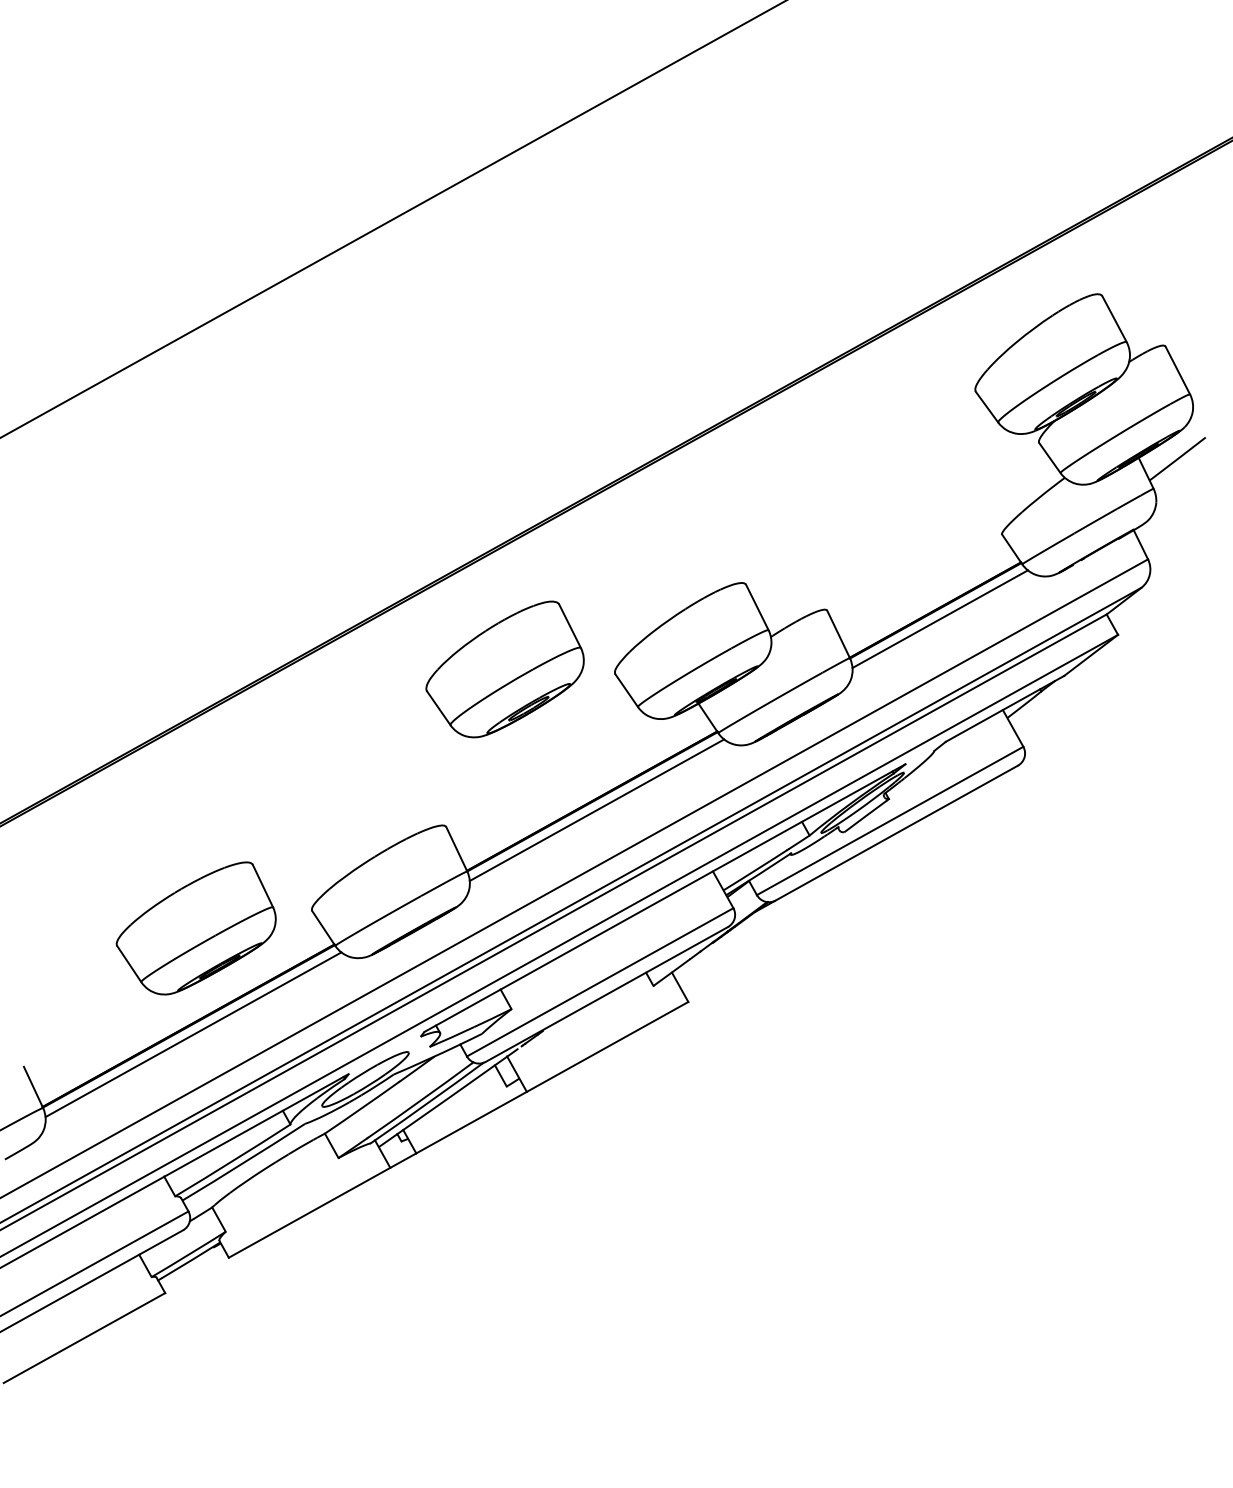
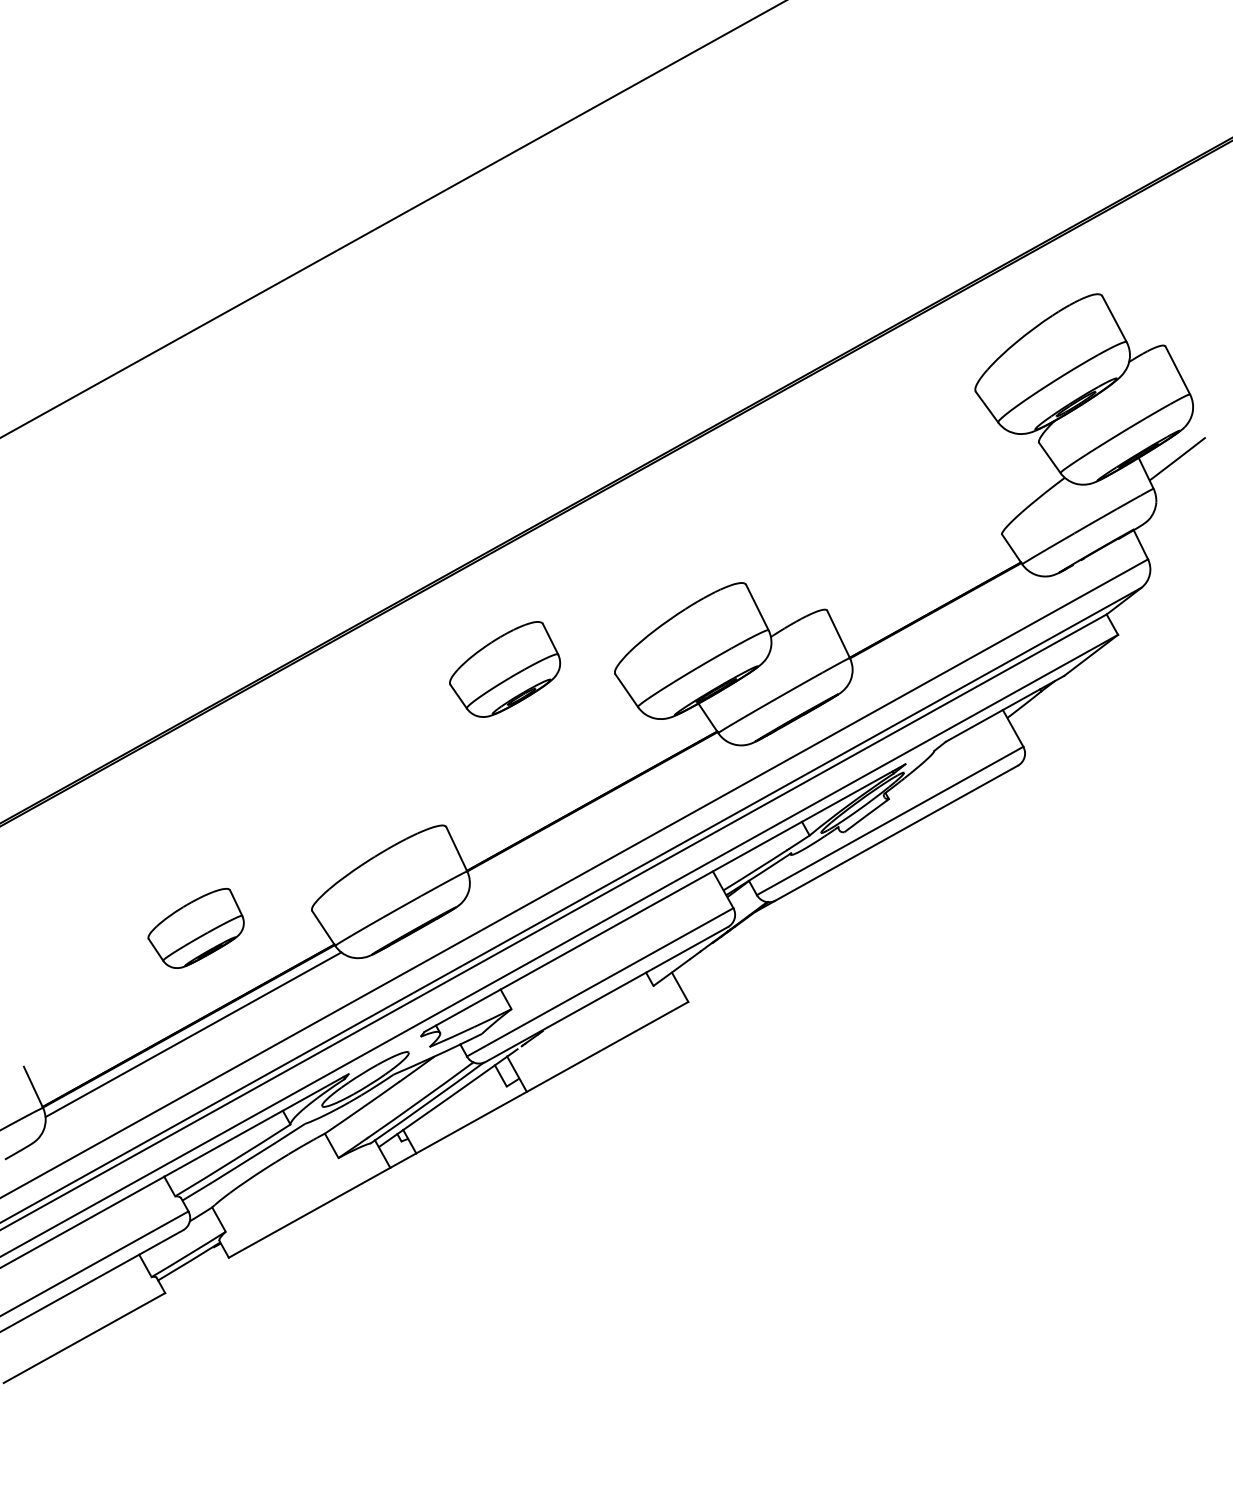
line at (939, 618): present -> none
part at (504, 669) size: 160x139 px -> 113x97 px
line at (596, 809): present -> none
part at (195, 928) size: 162x135 px -> 98x81 px
